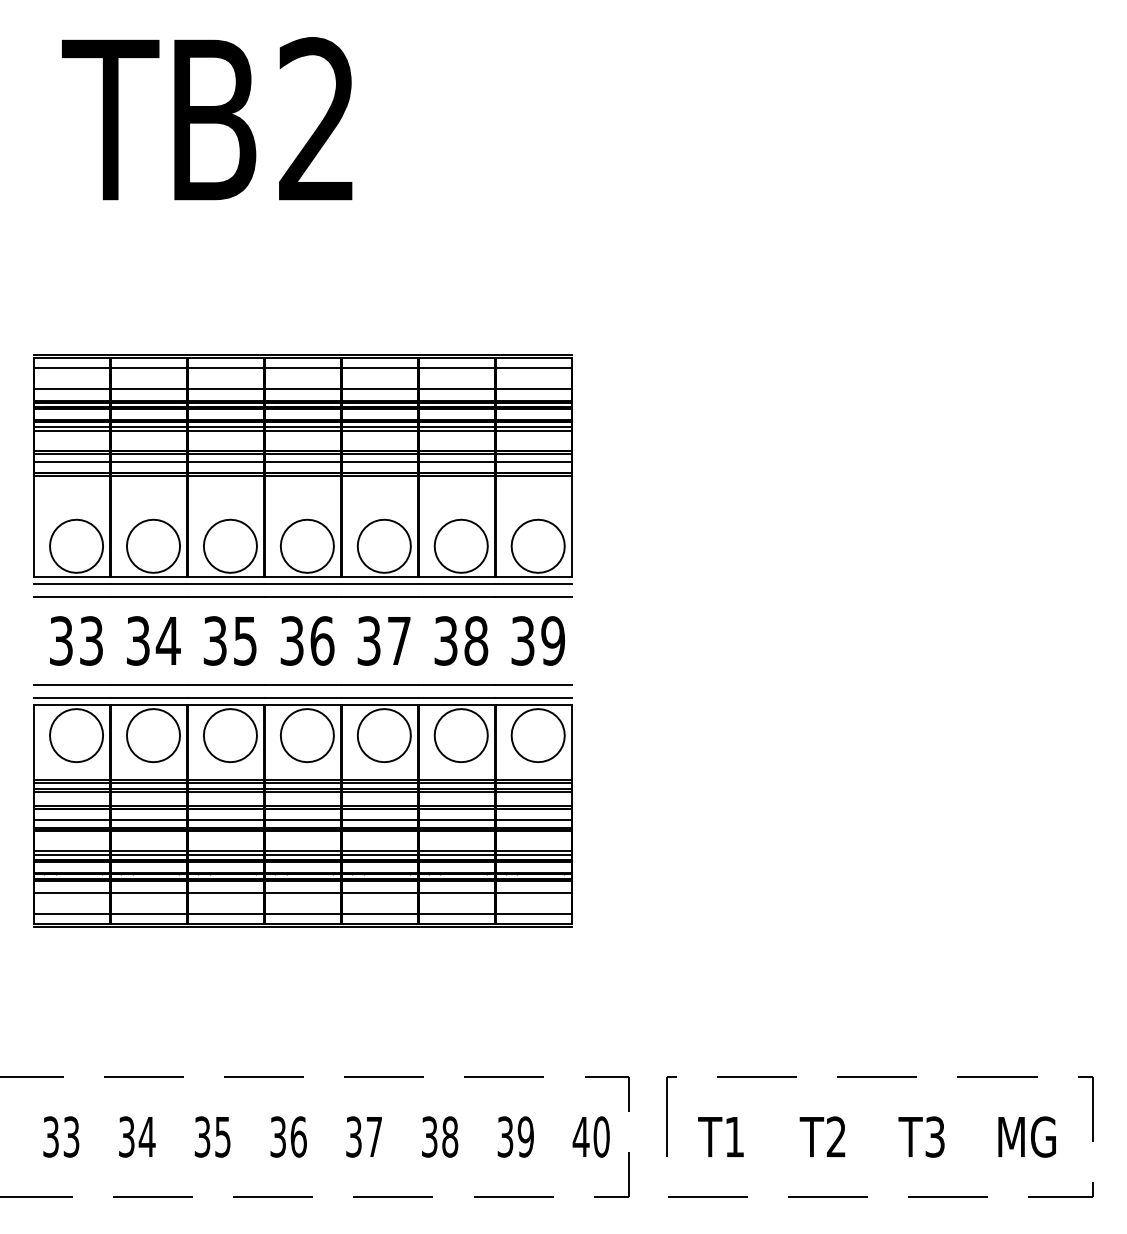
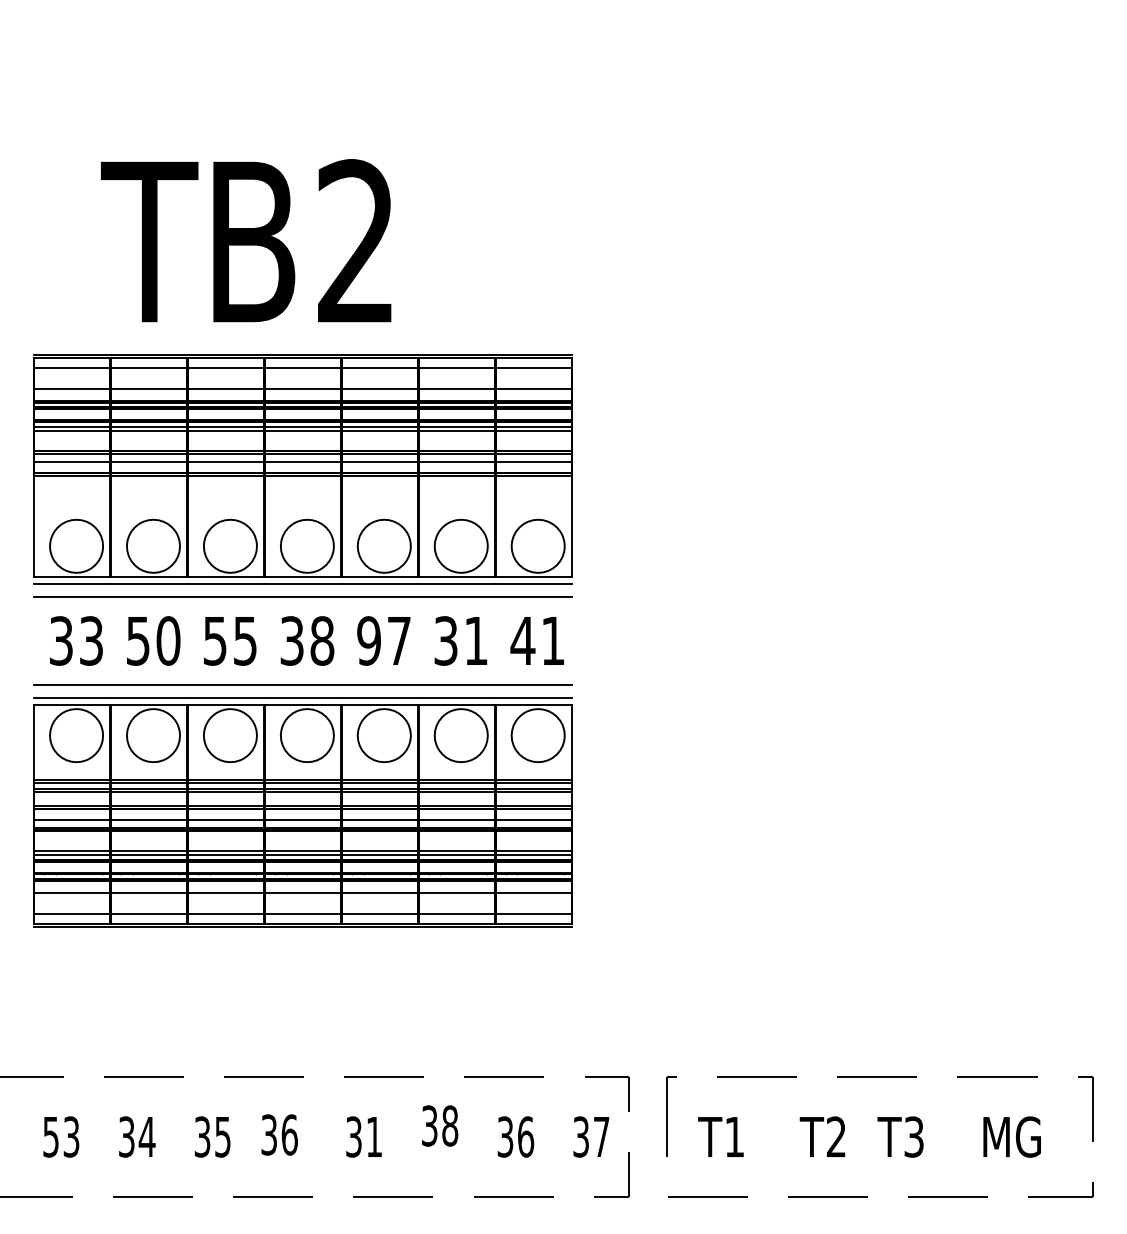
text at (207, 118) position: (207, 118) -> (246, 240)
text at (153, 640): 34 -> 50
text at (215, 640): 35 -> 55
text at (322, 640): 36 -> 38
text at (368, 640): 37 -> 97
text at (476, 640): 38 -> 31
text at (537, 640): 39 -> 41
text at (50, 1136): 33 -> 53
text at (288, 1136) position: (288, 1136) -> (279, 1134)
text at (374, 1136): 37 -> 31
text at (440, 1136) position: (440, 1136) -> (440, 1125)
text at (525, 1136): 39 -> 36
text at (590, 1136): 40 -> 37
text at (921, 1136) position: (921, 1136) -> (900, 1136)
text at (1026, 1136) position: (1026, 1136) -> (1011, 1136)
